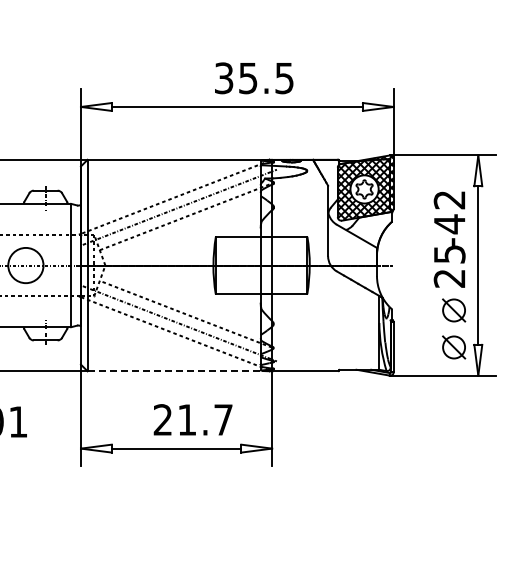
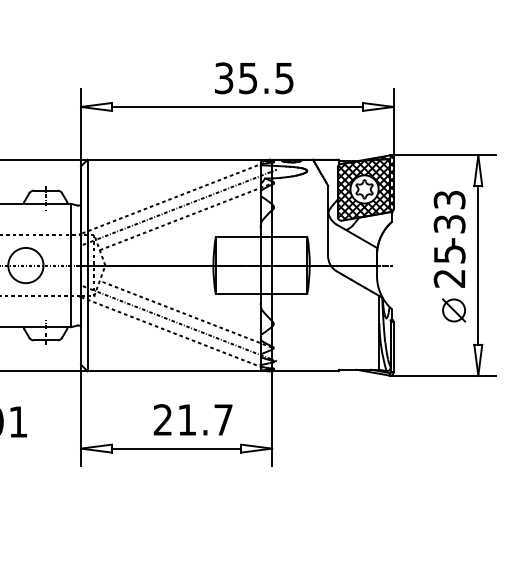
text at (449, 212): -42 -> -33
part at (454, 347): present -> none
line at (178, 371): dashed -> solid
